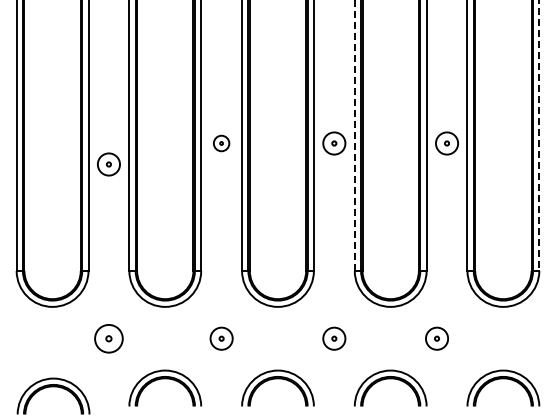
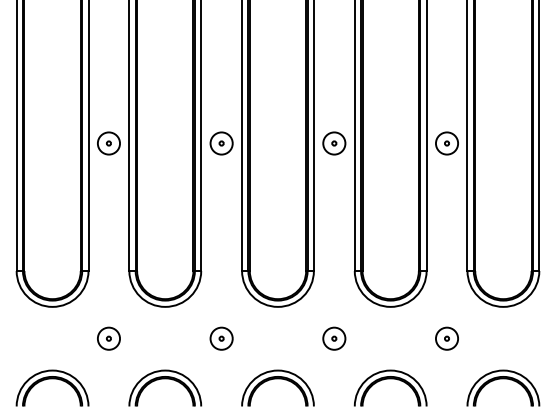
line at (354, 135): dashed -> solid
line at (539, 136): dashed -> solid
part at (221, 143) size: 18x19 px -> 25x25 px
part at (108, 164) position: (108, 164) -> (108, 143)
part at (108, 338) size: 30x30 px -> 24x25 px
part at (436, 338) position: (436, 338) -> (446, 338)
part at (53, 387) position: (53, 387) -> (52, 379)
